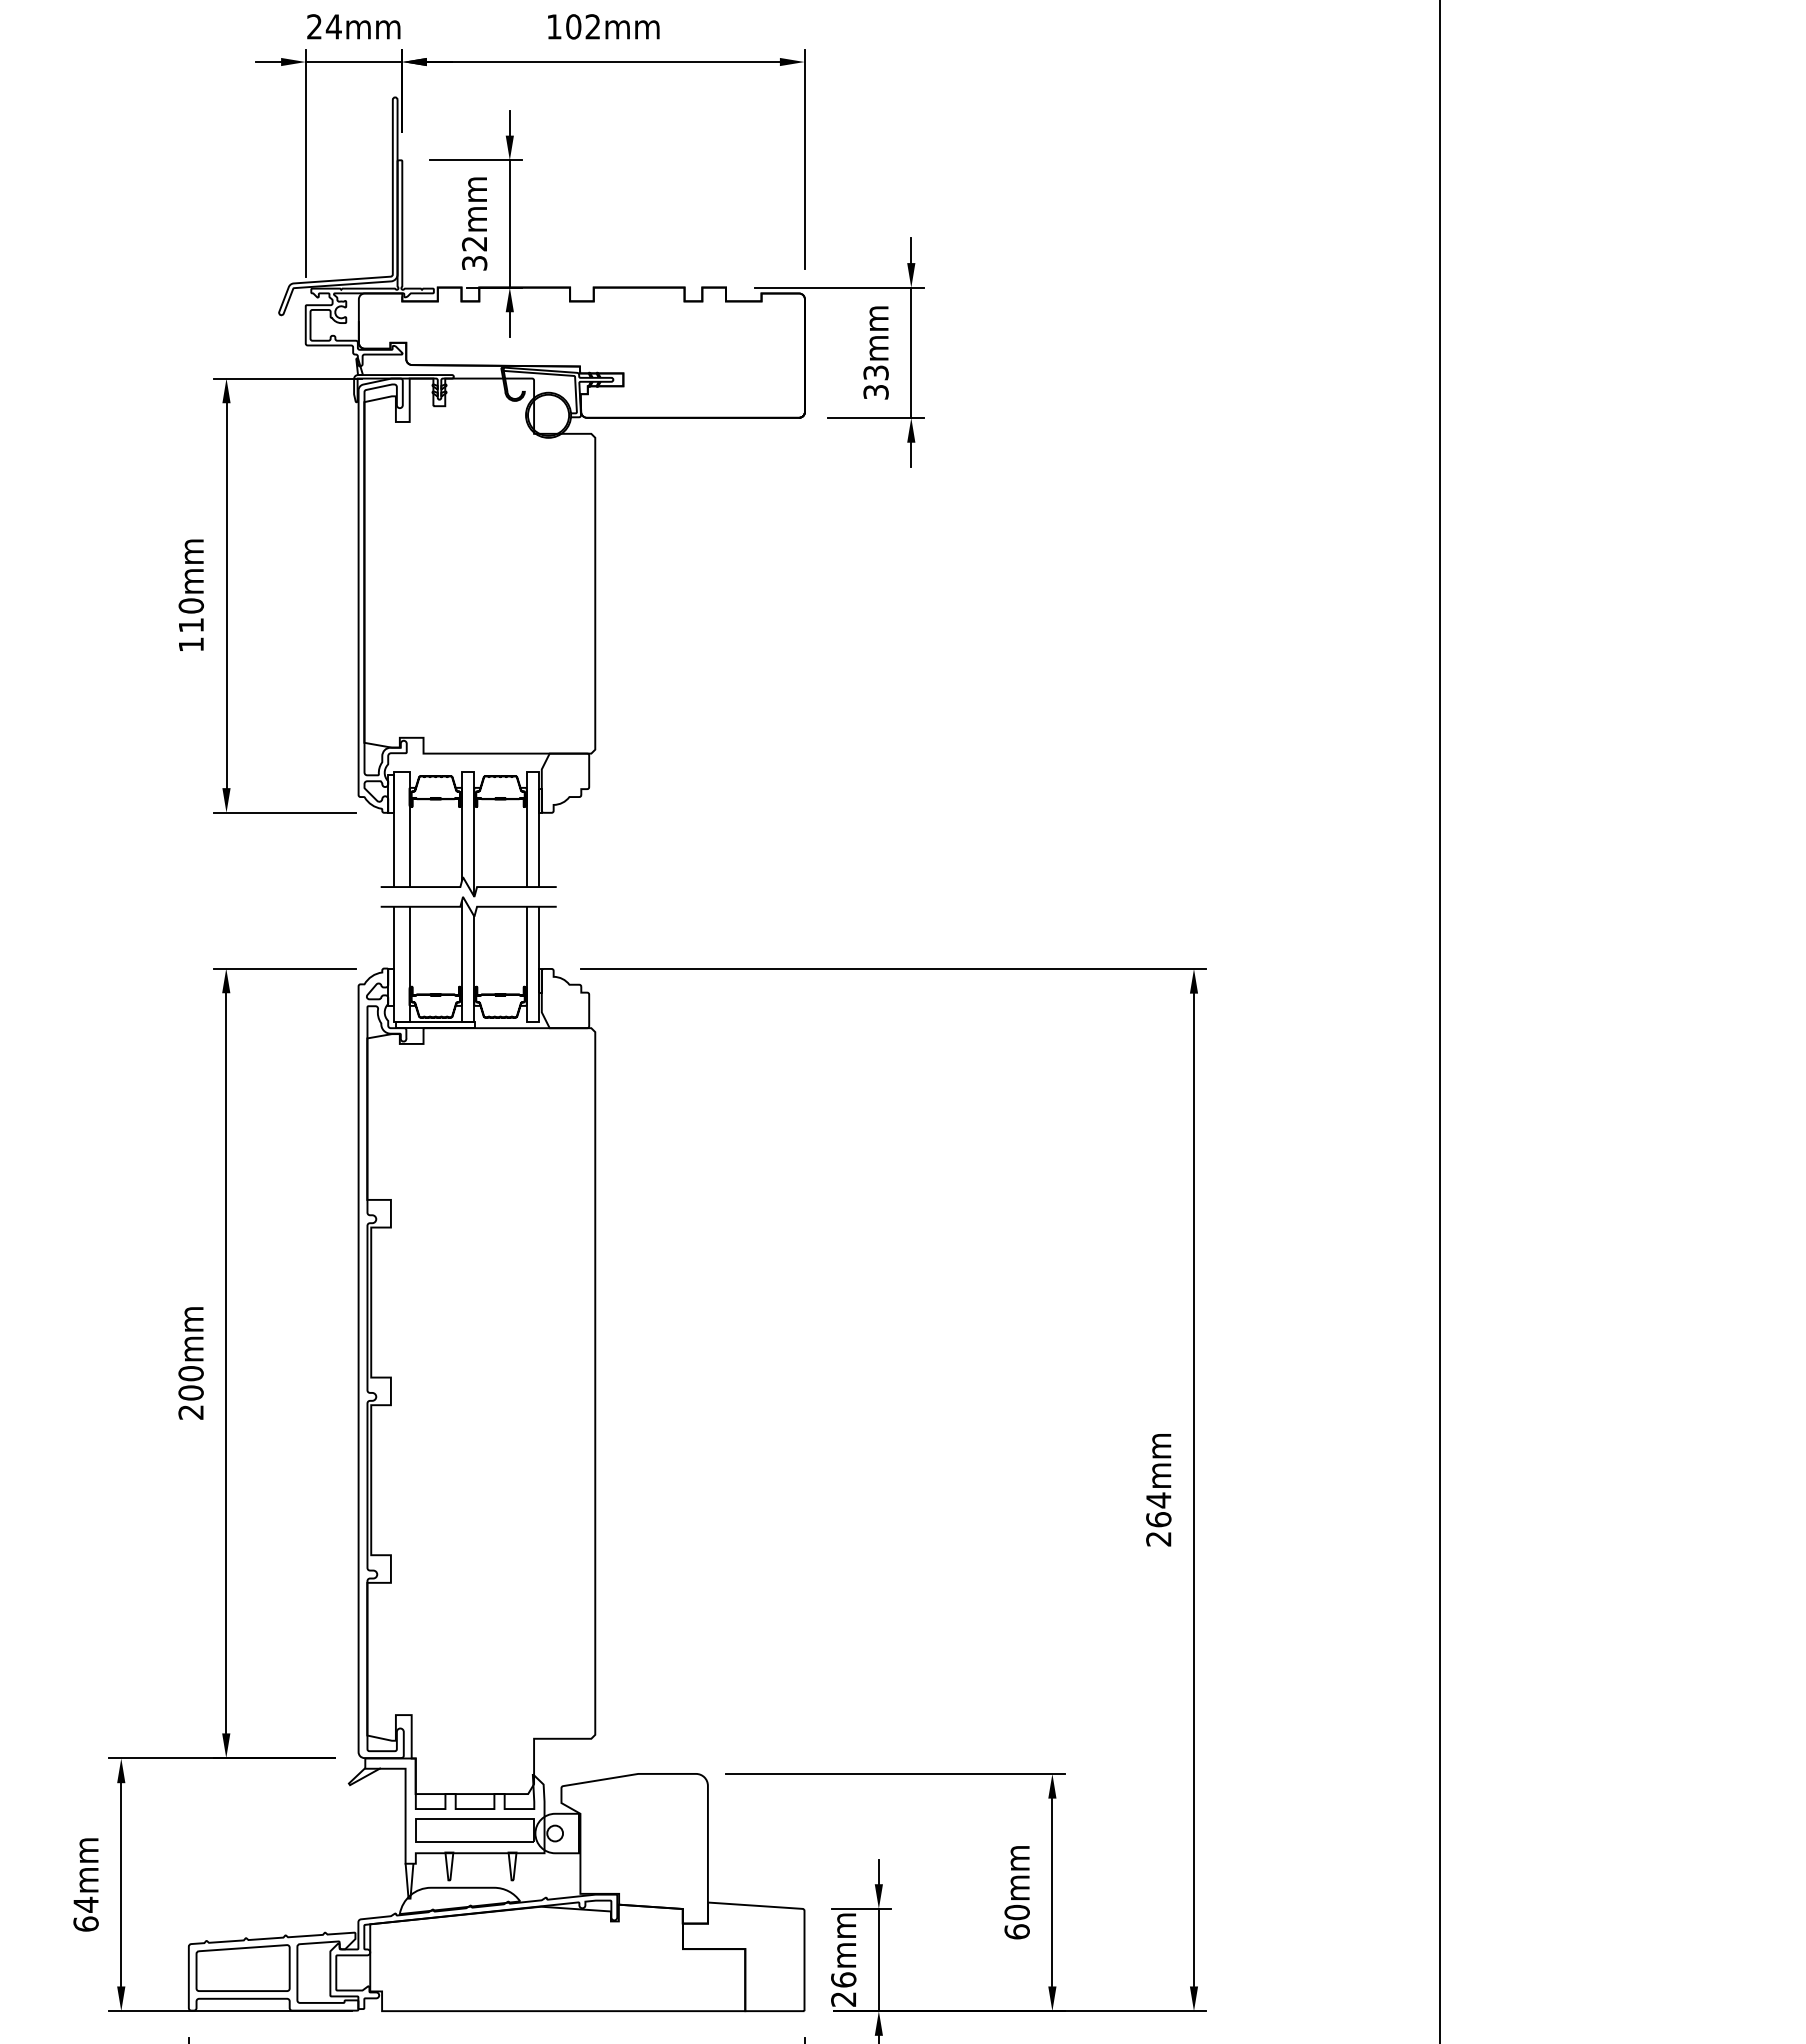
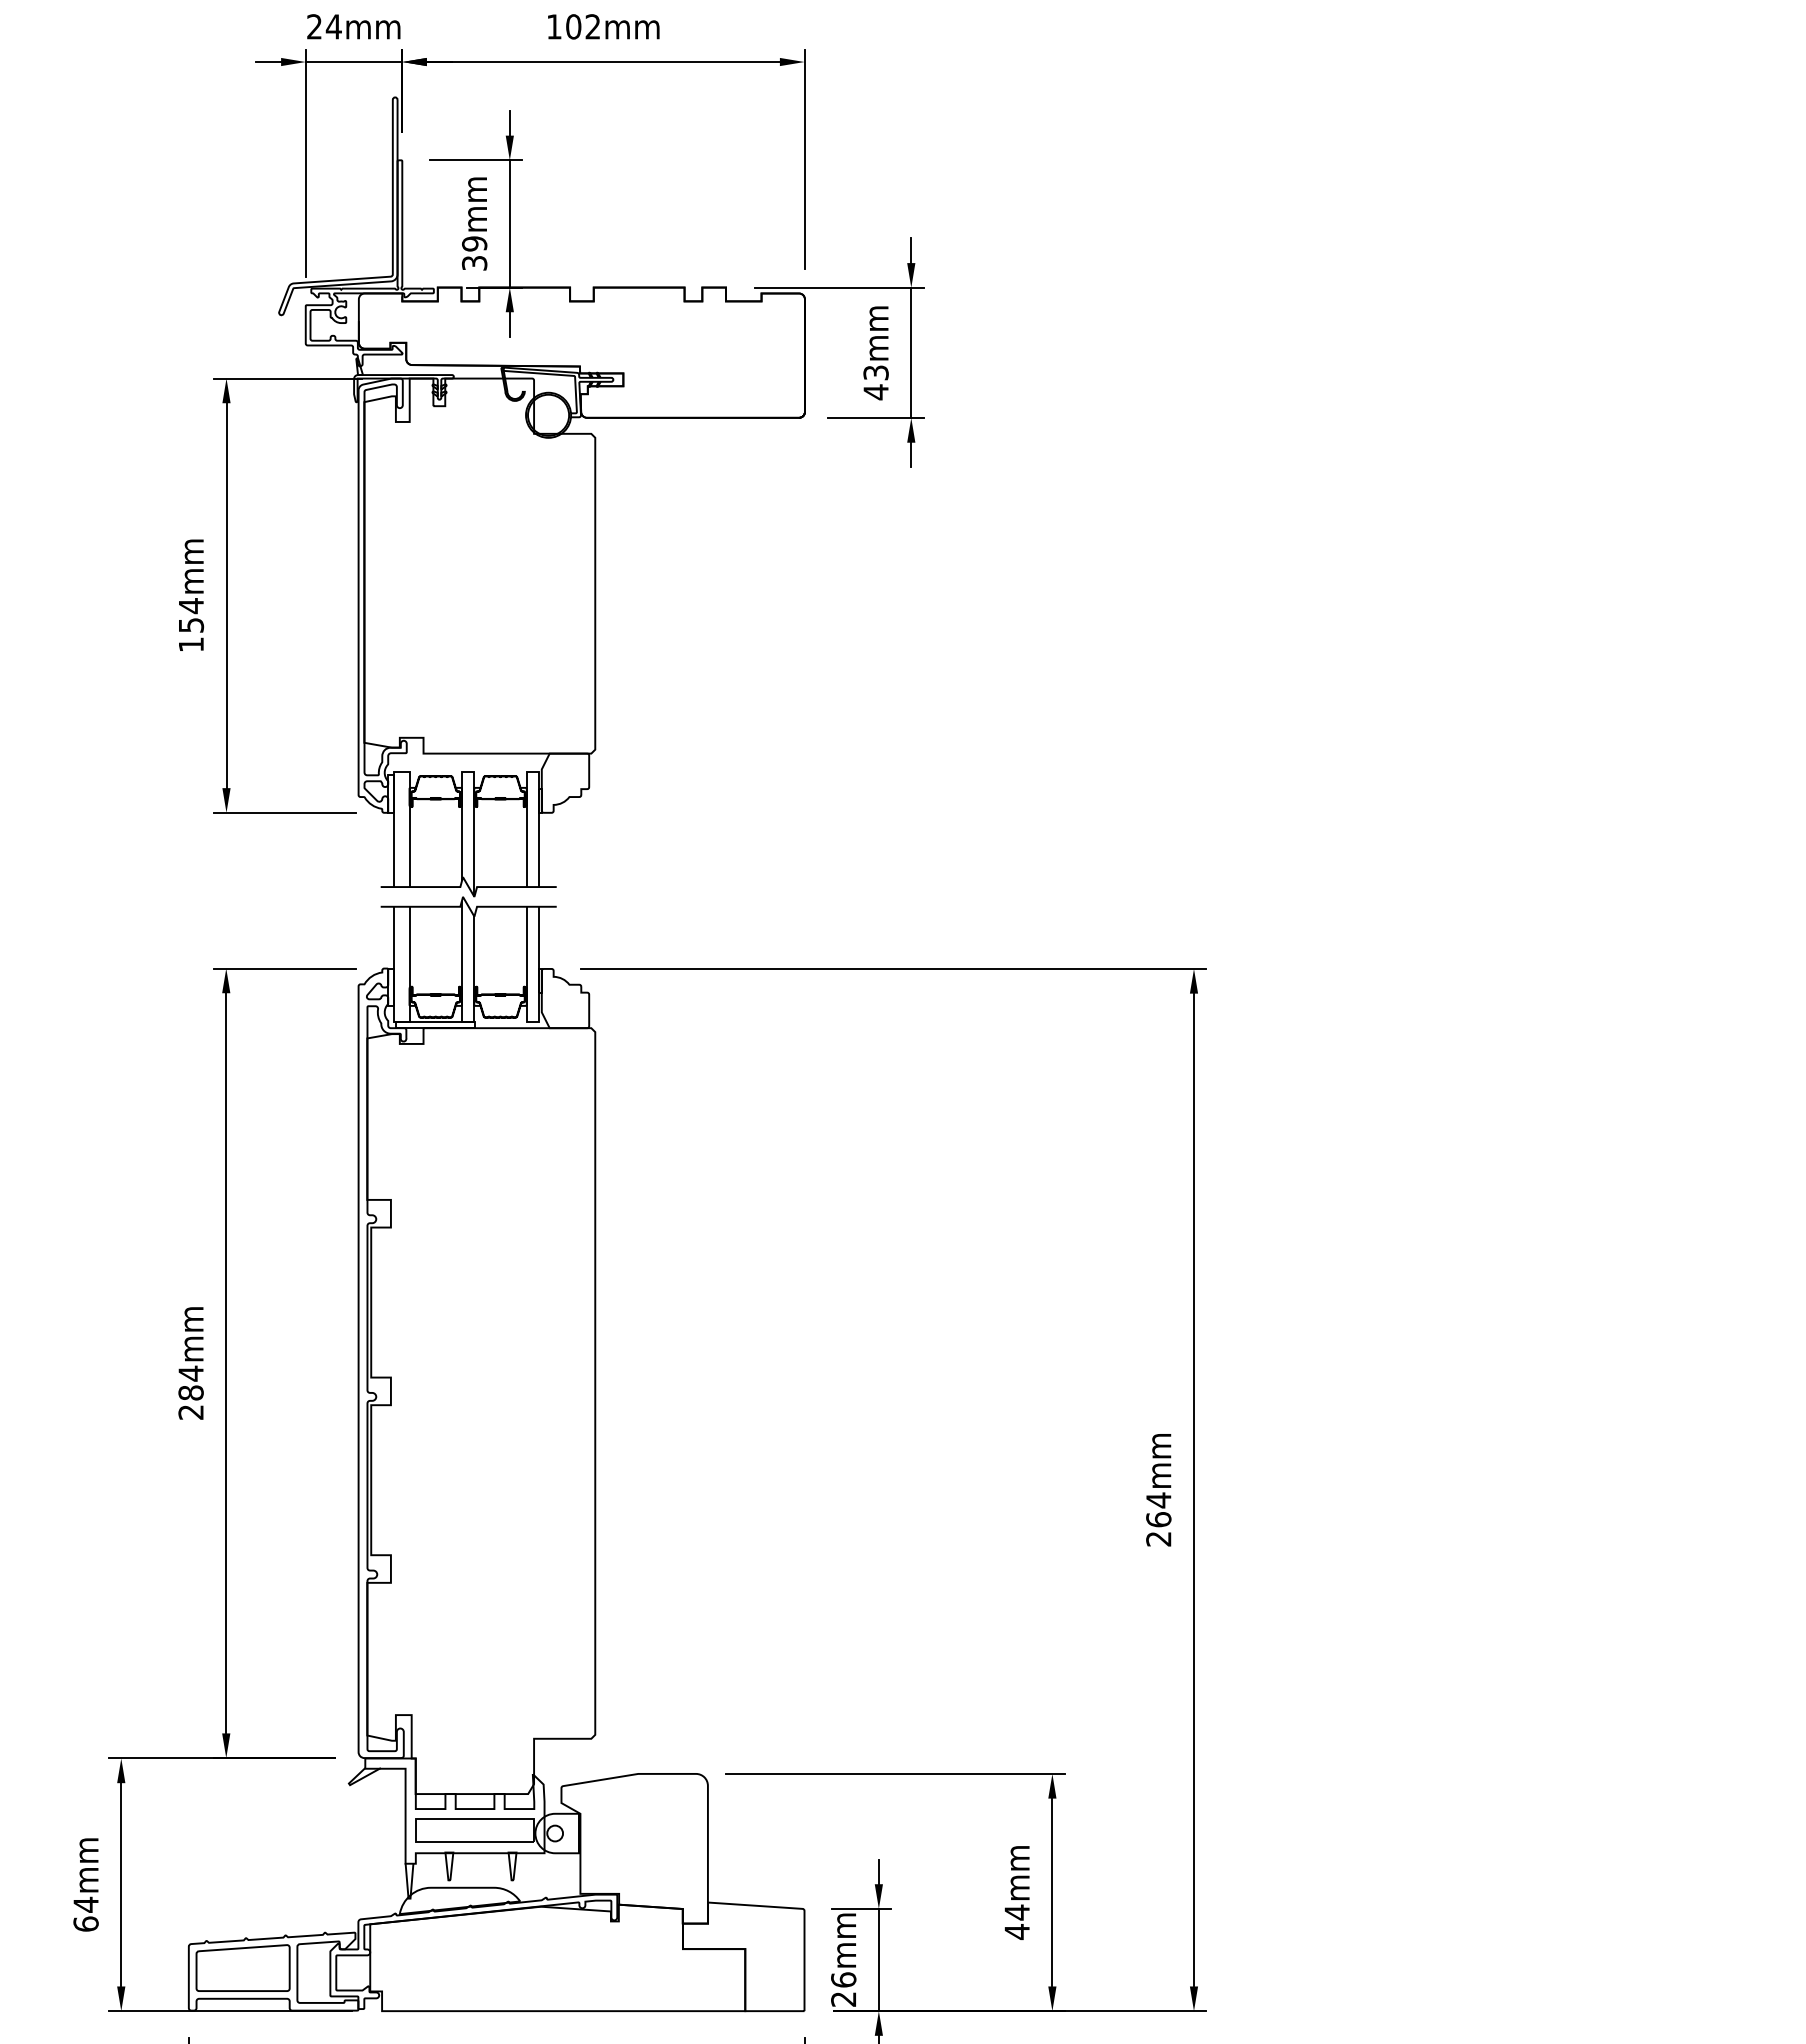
text at (474, 243): 32mm -> 39mm
text at (875, 392): 33mm -> 43mm
text at (191, 615): 110mm -> 154mm
line at (1440, 1021): present -> none
text at (190, 1382): 200mm -> 284mm
text at (1016, 1922): 60mm -> 44mm
